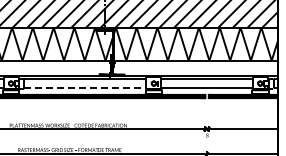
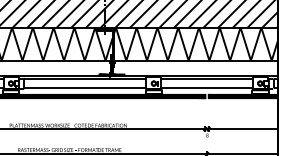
line at (85, 88): dashed -> solid
